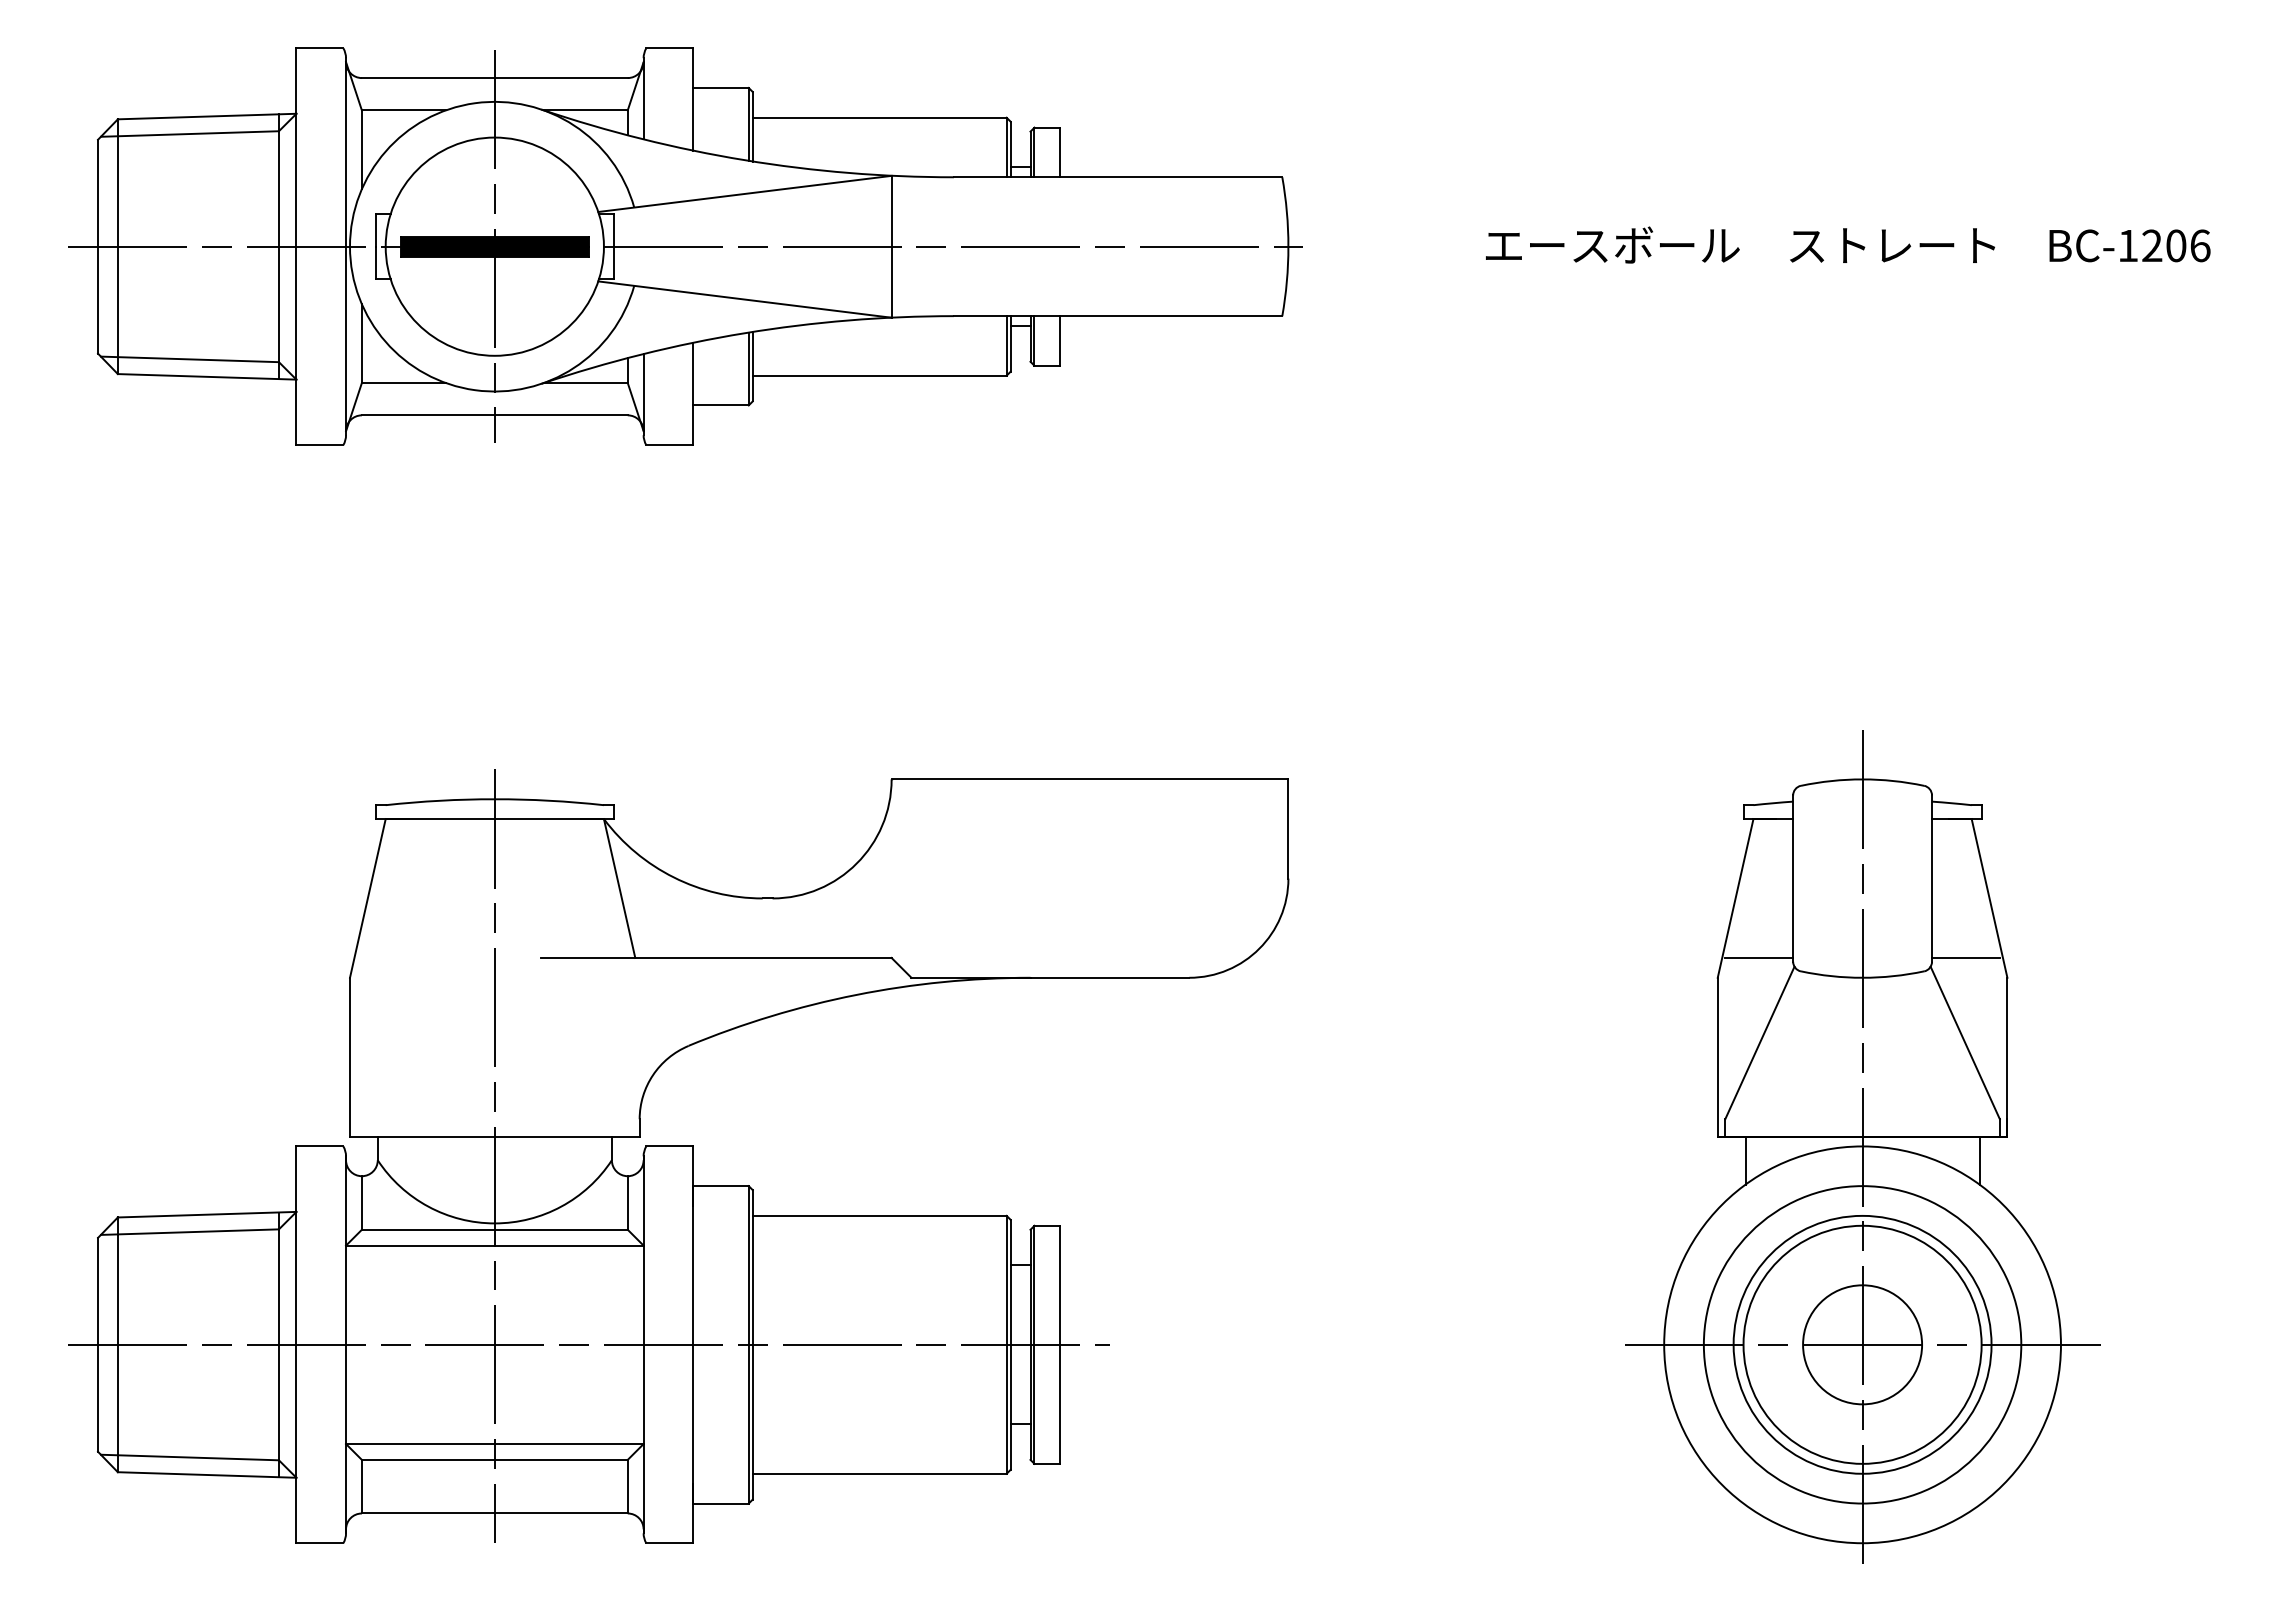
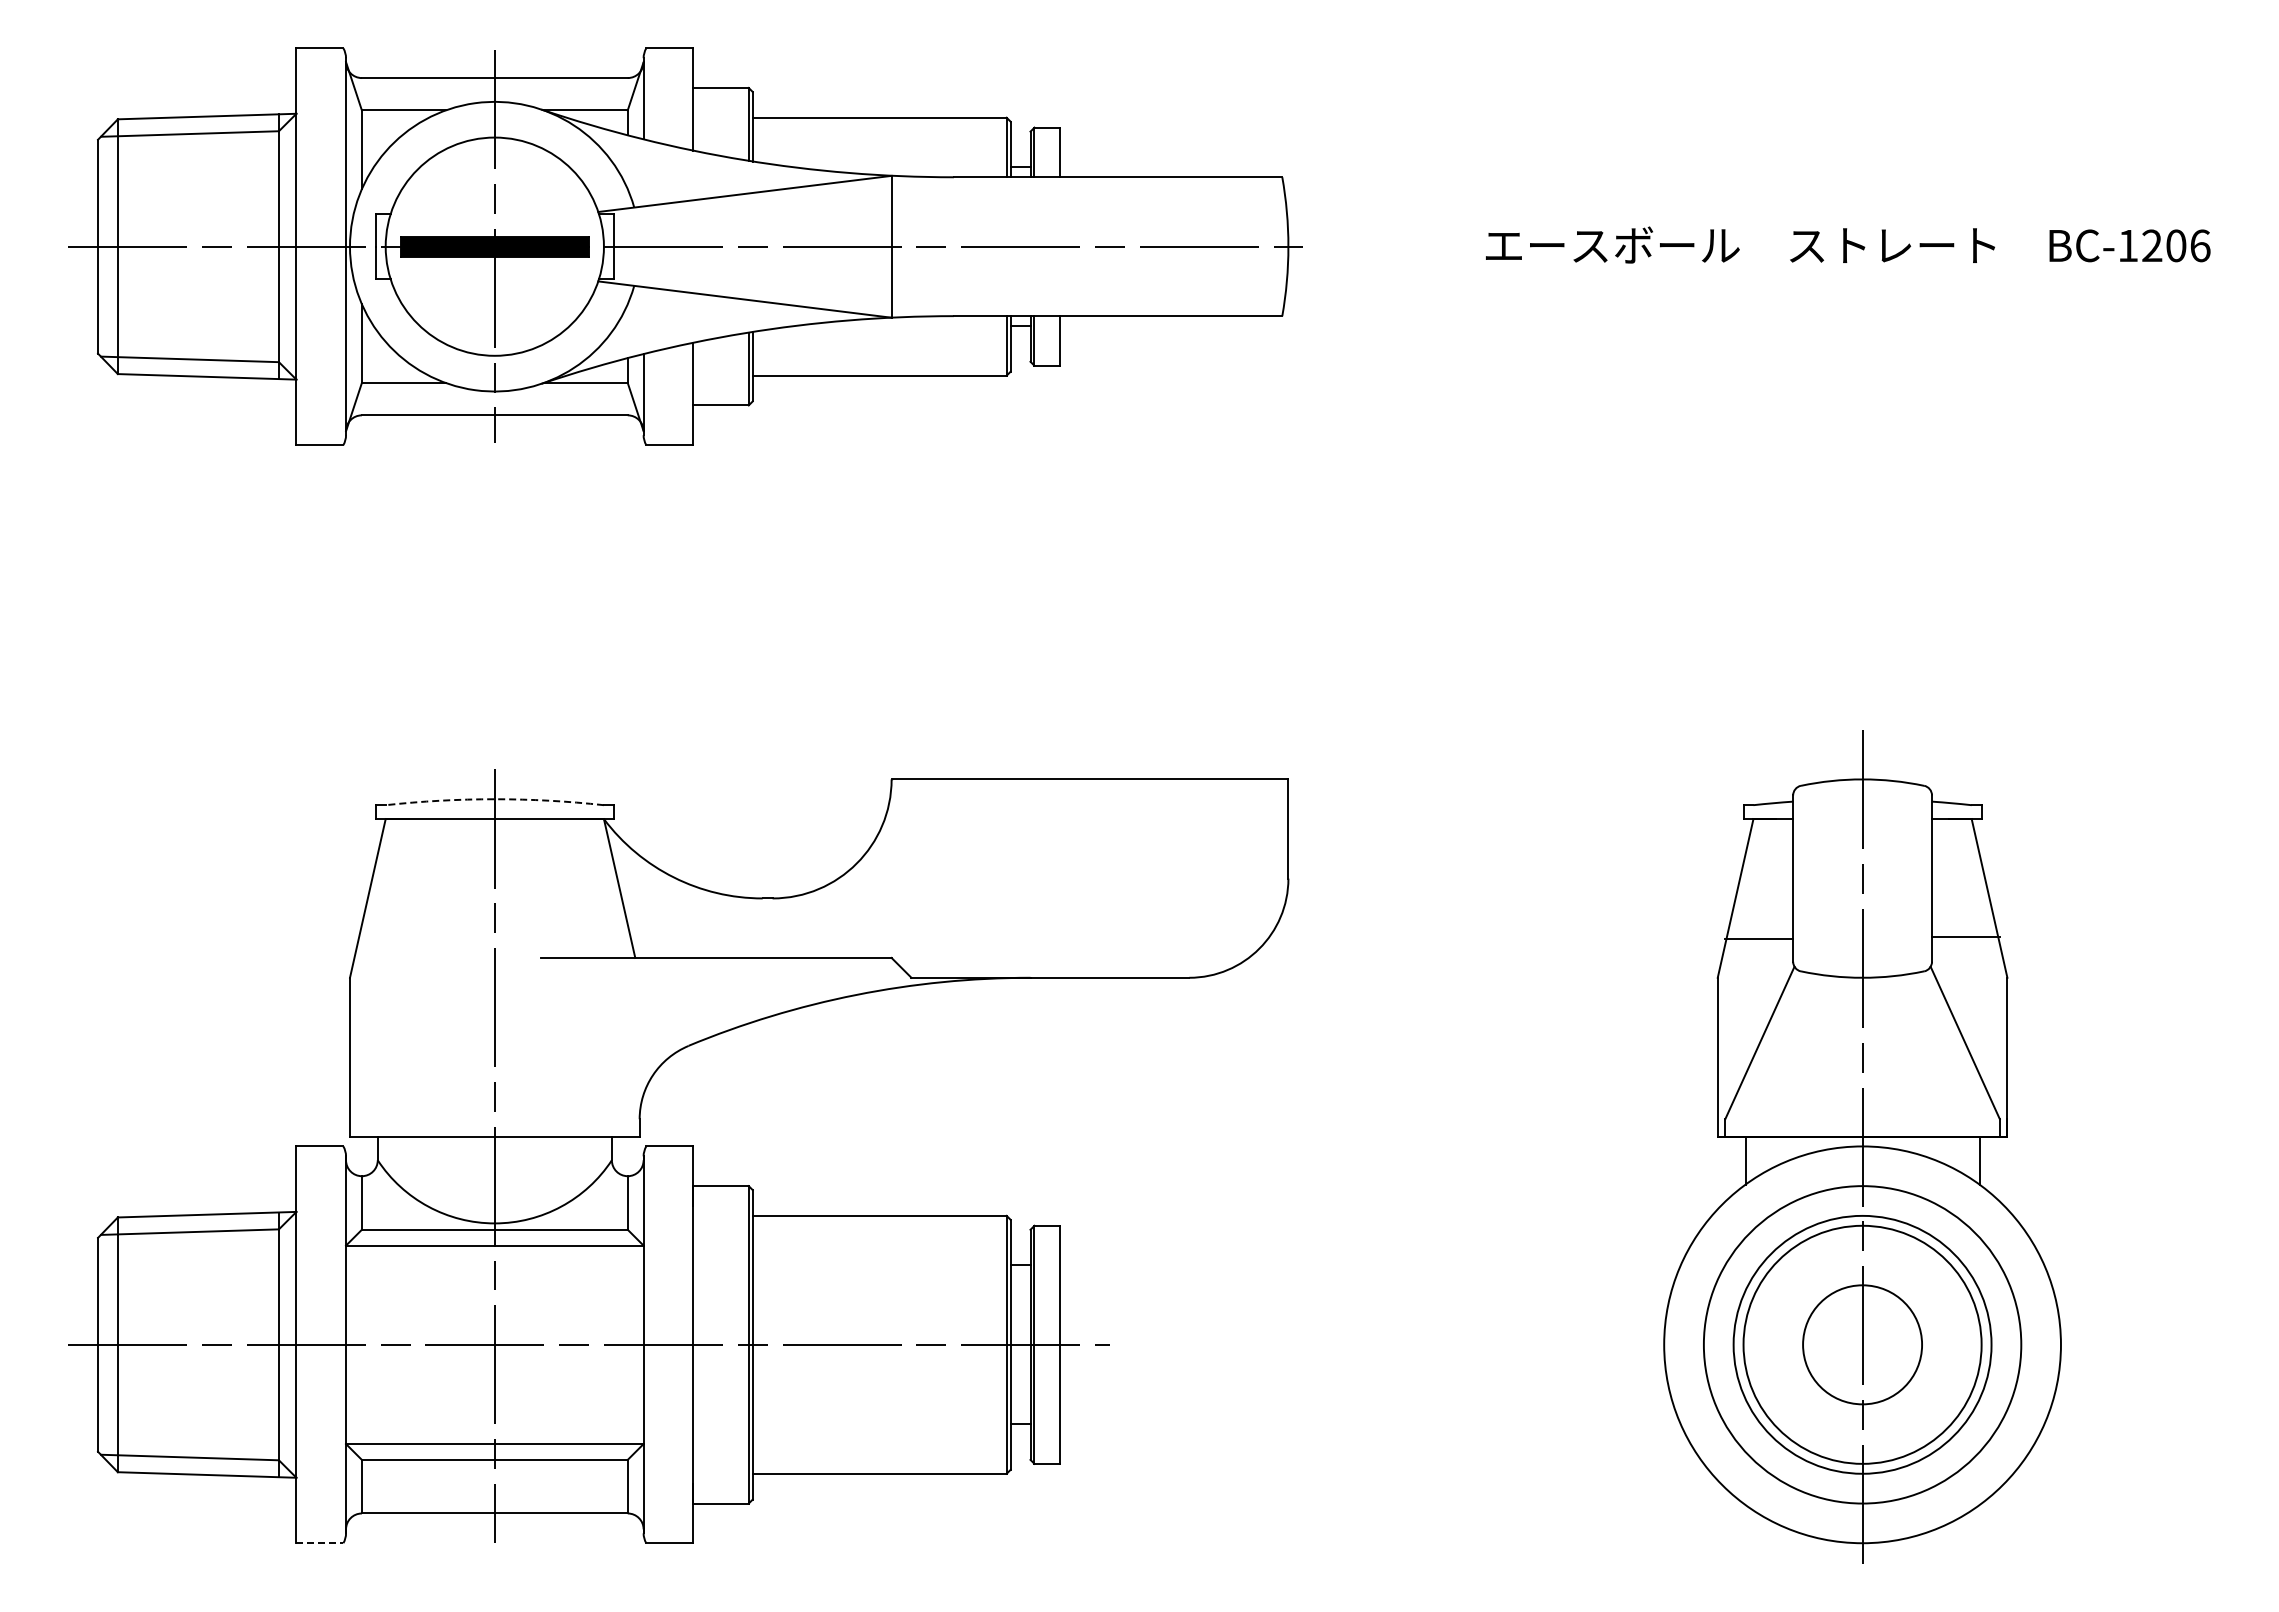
arc at (494, 799): solid -> dashed
line at (1759, 957) position: (1759, 957) -> (1759, 938)
line at (1965, 957) position: (1965, 957) -> (1965, 936)
line at (1862, 1344): present -> none
line at (319, 1543): solid -> dashed
